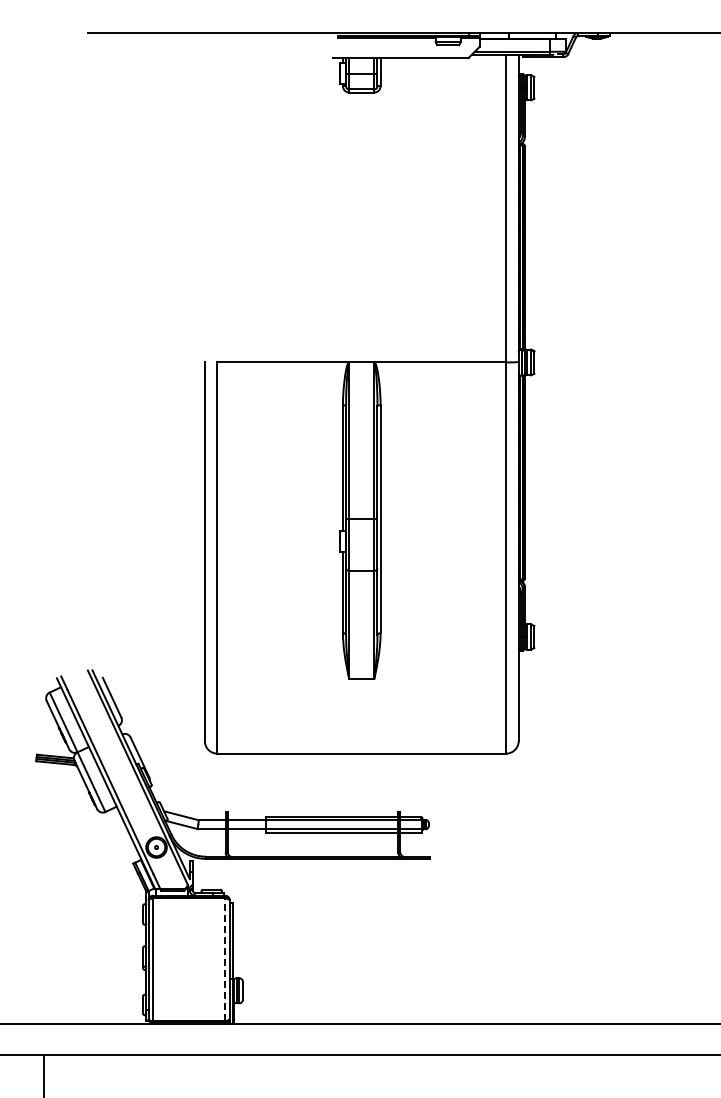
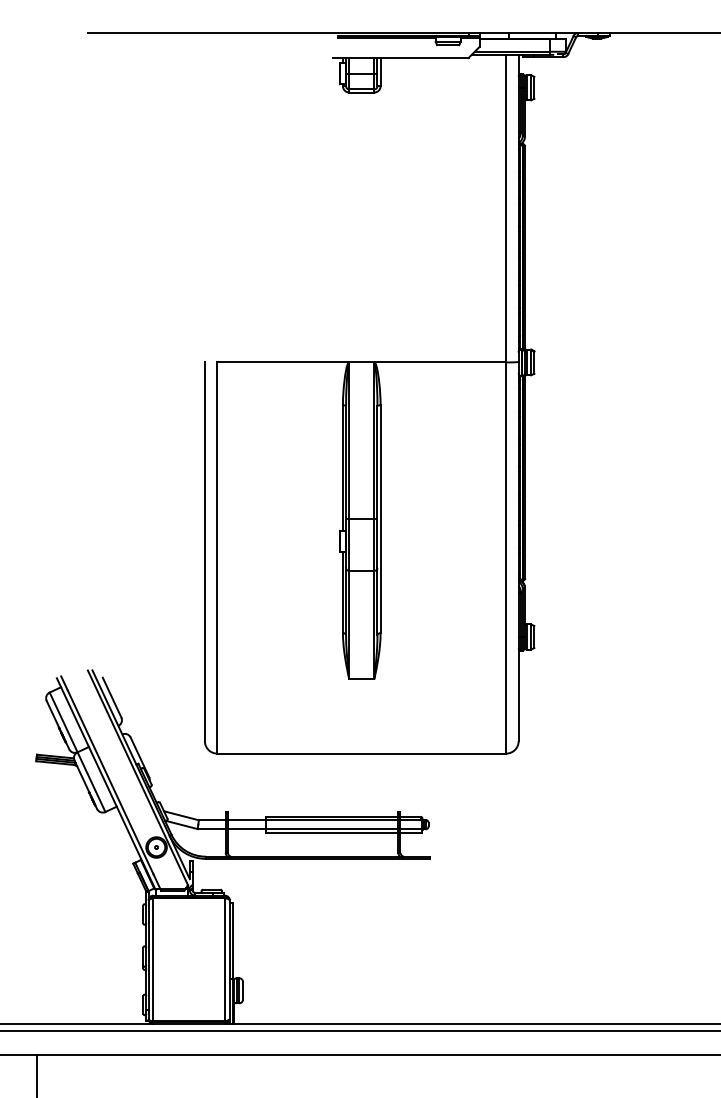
line at (225, 959): dashed -> solid
line at (359, 1030): none -> present
line at (44, 1074) position: (44, 1074) -> (37, 1074)
